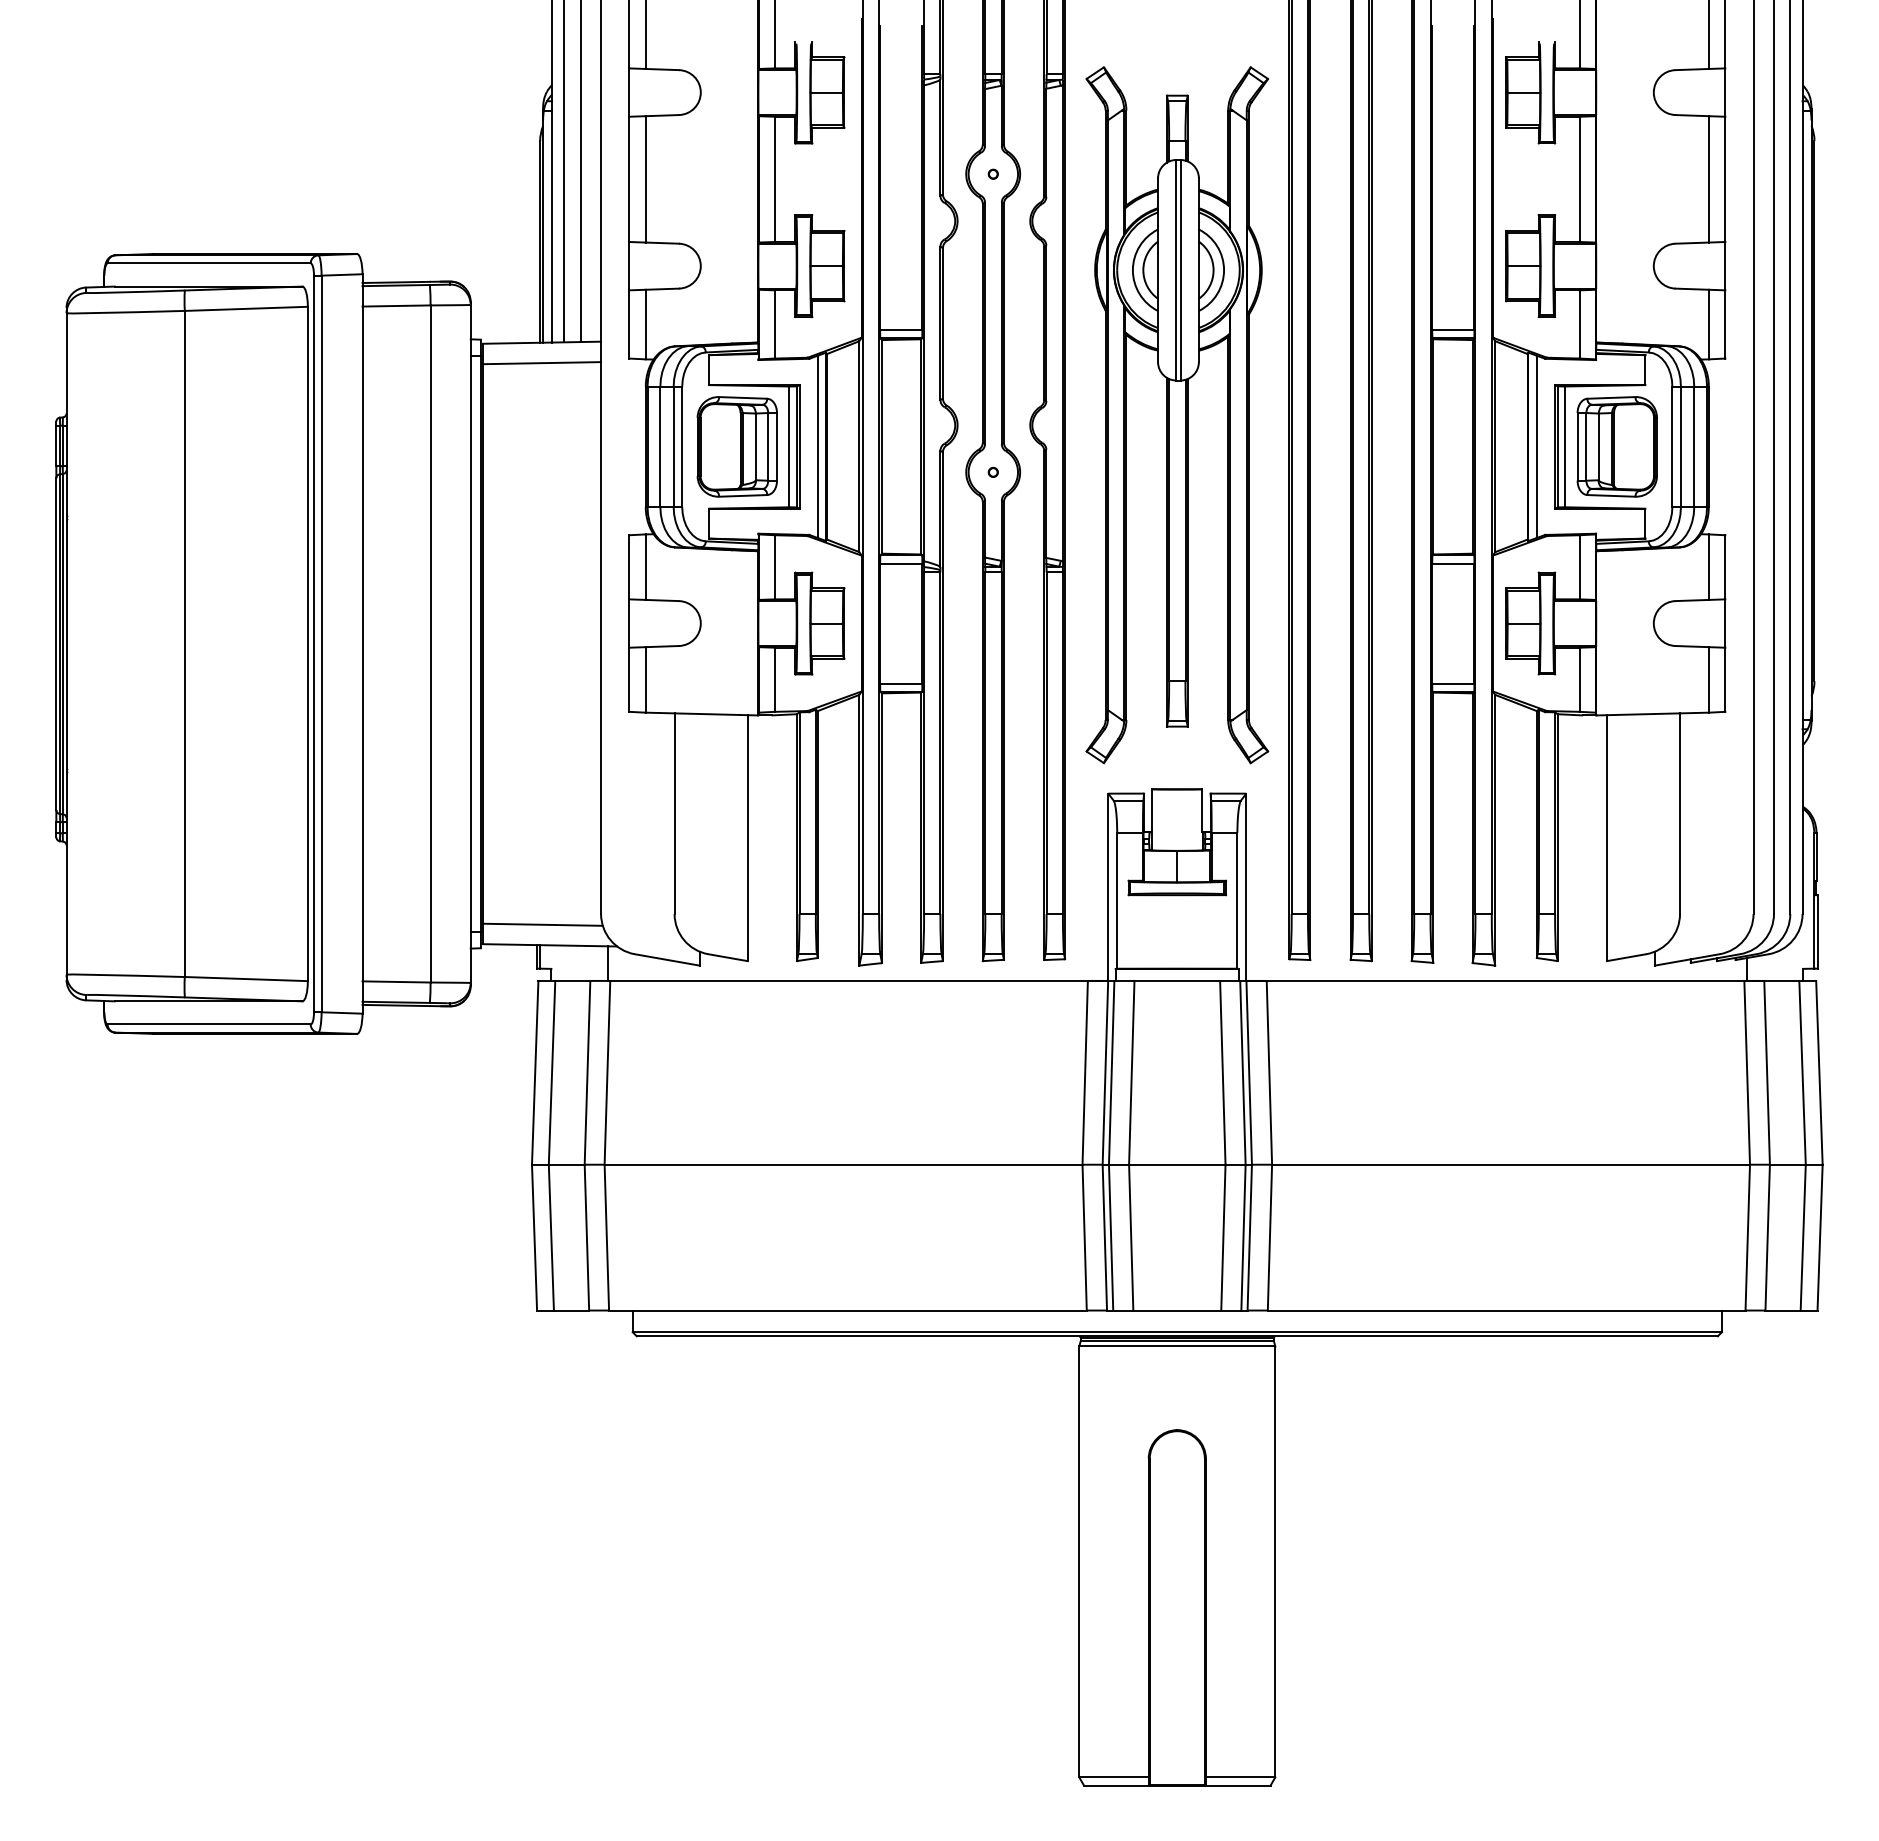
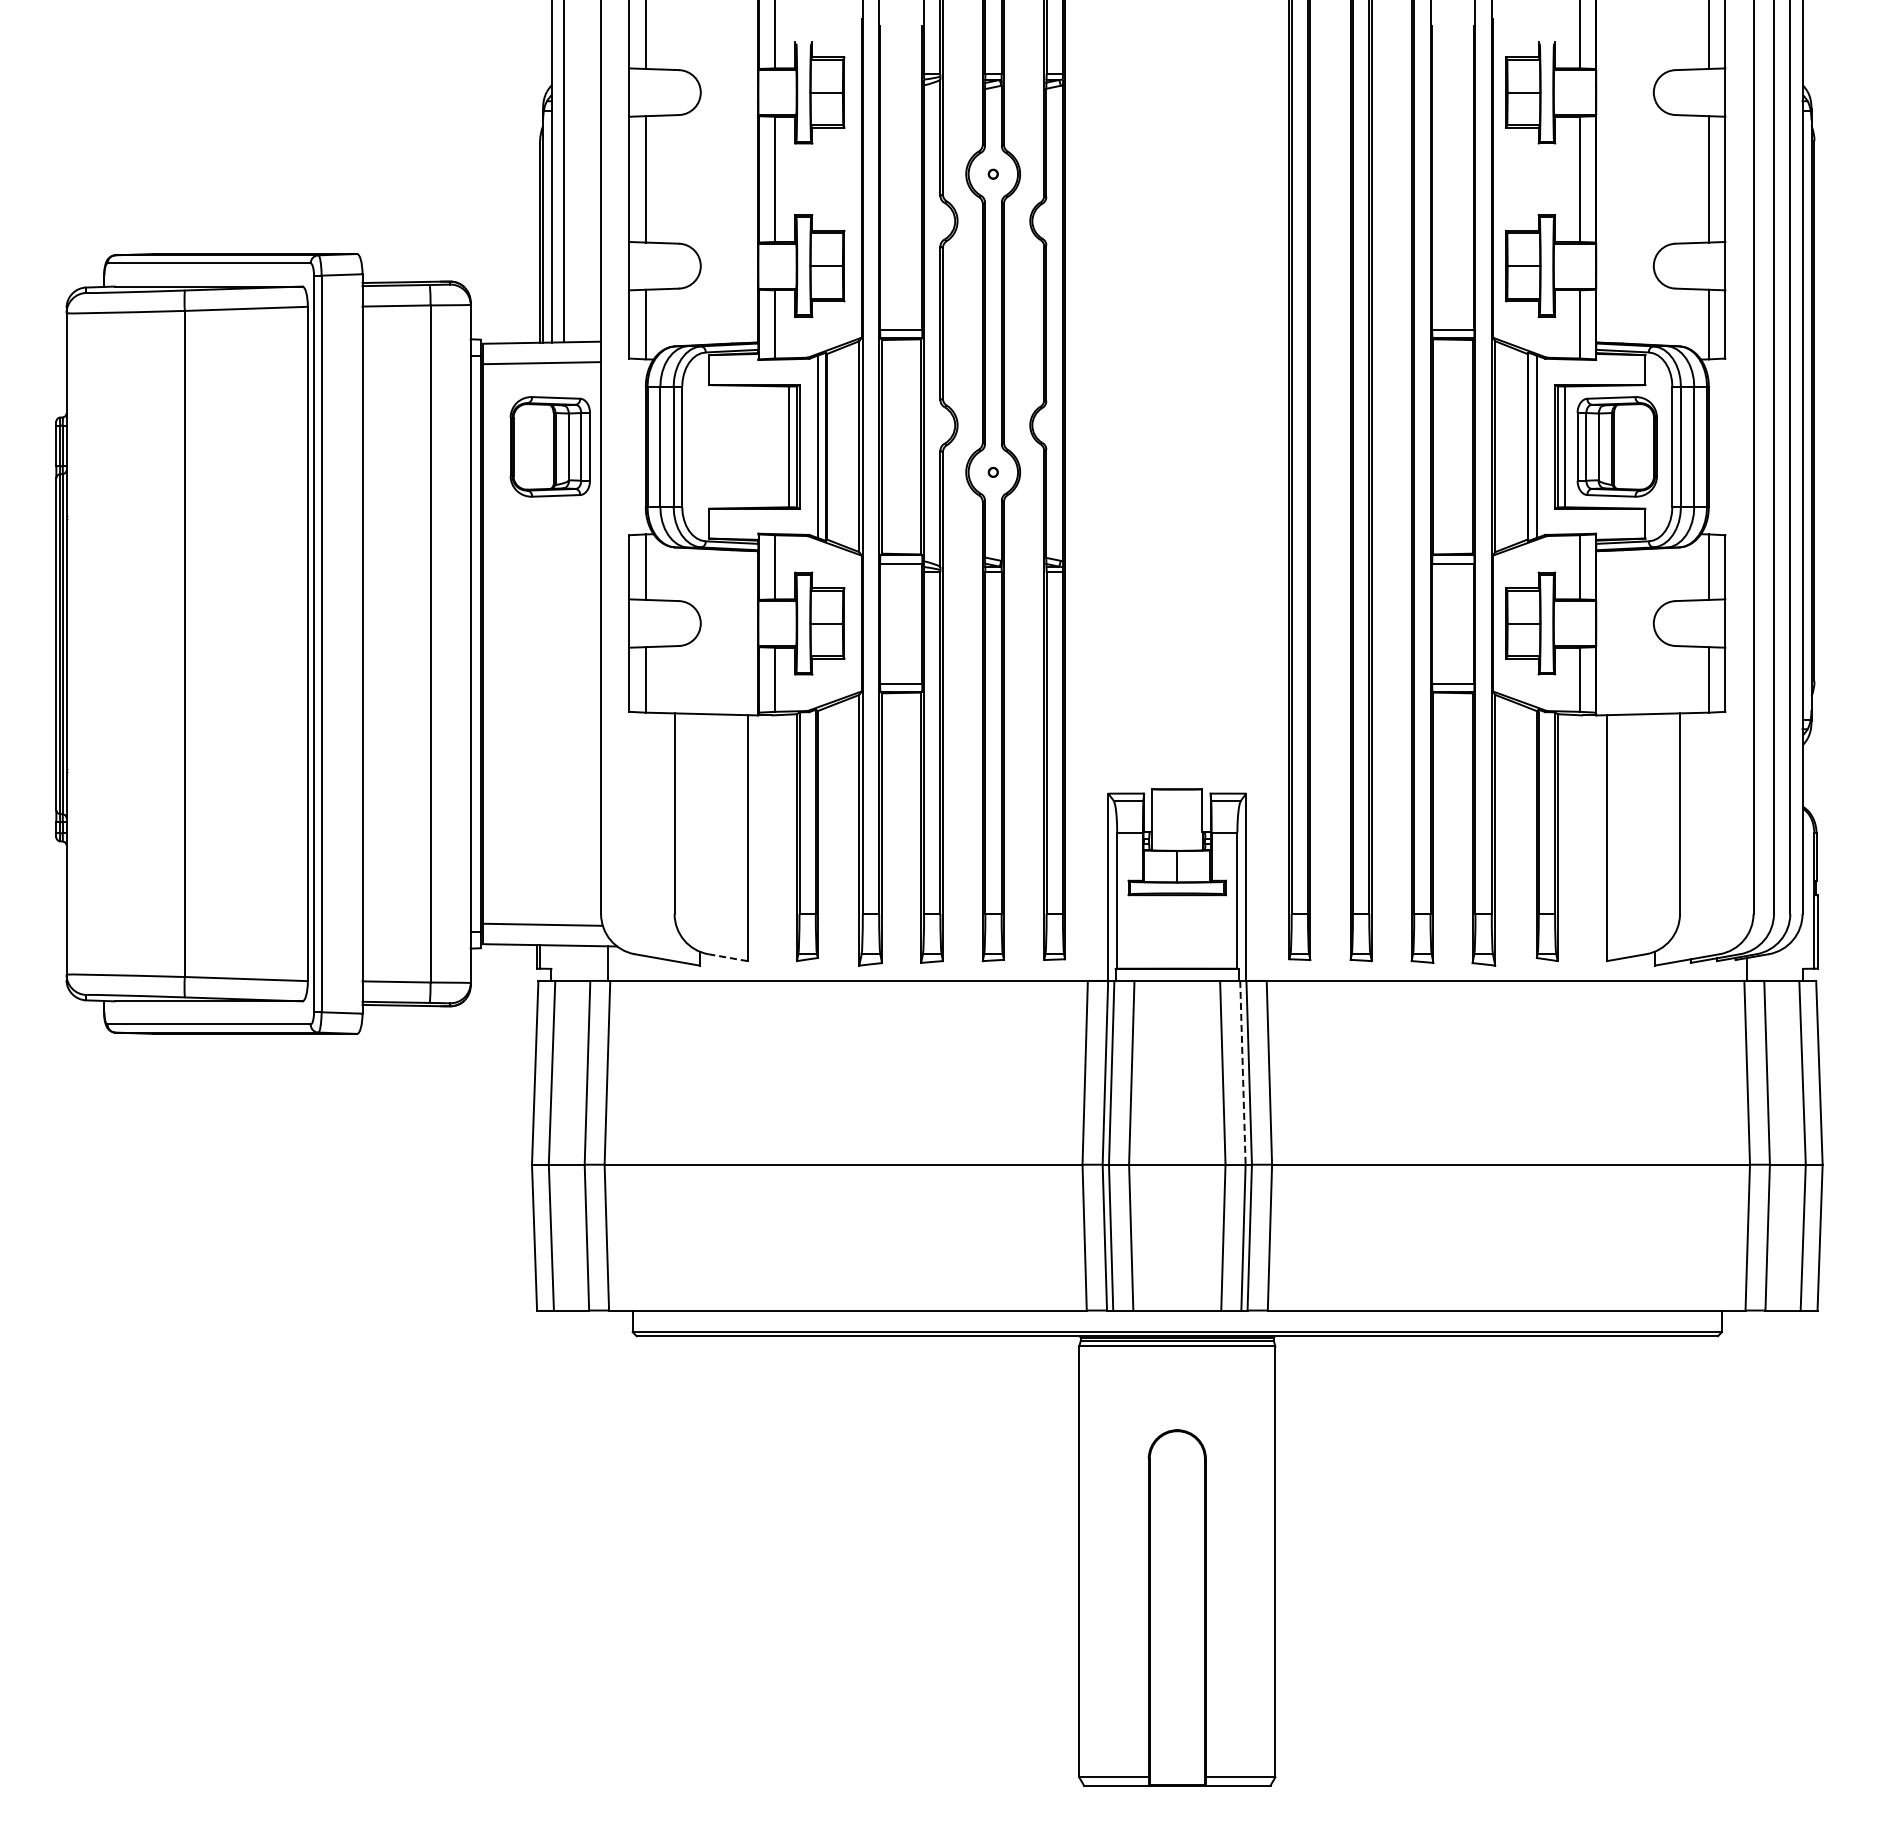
line at (580, 172): present -> none
part at (1177, 415): present -> none
part at (736, 446) position: (736, 446) -> (549, 446)
line at (727, 957): solid -> dashed
line at (1242, 1072): solid -> dashed
